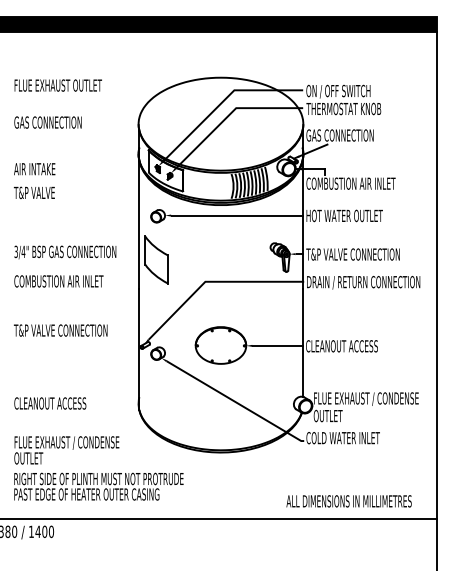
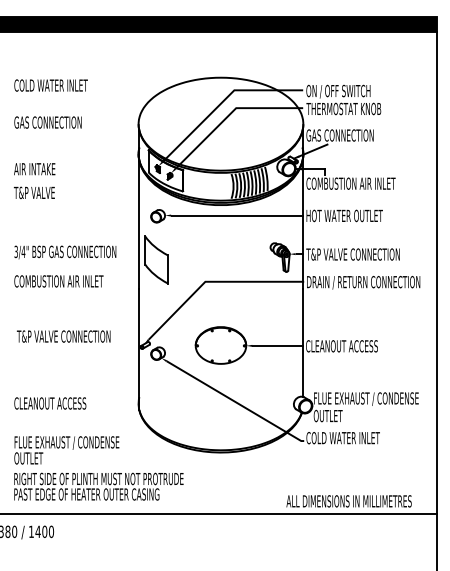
text at (57, 85): FLUE EXHAUST OUTLET -> COLD WATER INLET
text at (60, 330) position: (60, 330) -> (63, 336)
line at (219, 519) position: (219, 519) -> (219, 514)
